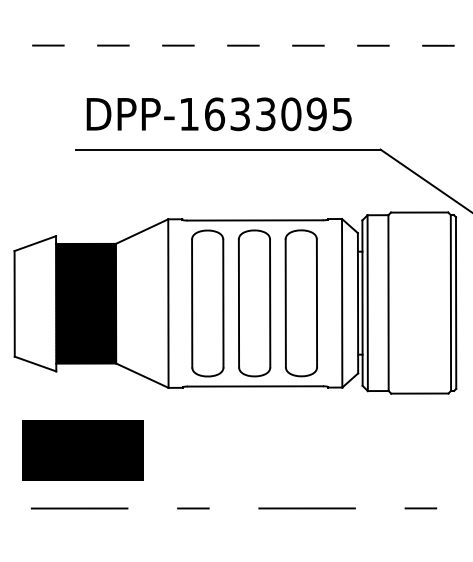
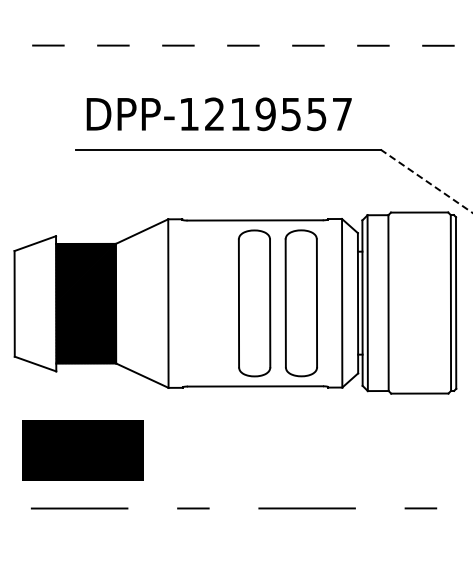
text at (278, 114): DPP-1633095 -> DPP-1219557
line at (426, 181): solid -> dashed
part at (207, 303): present -> none
